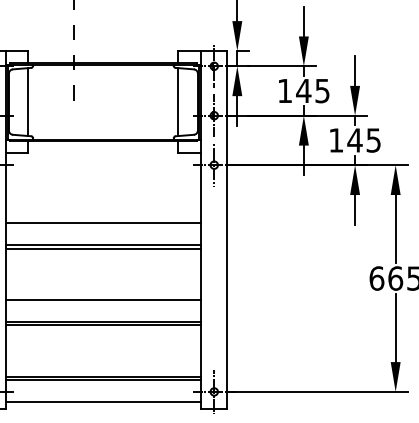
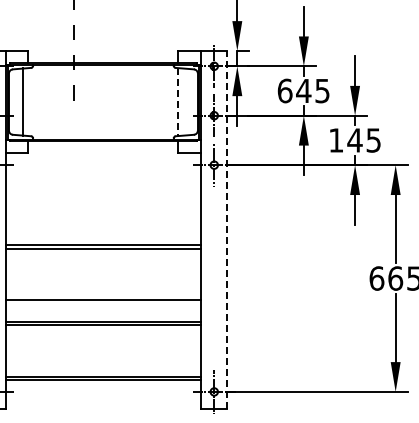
text at (284, 90): 145 -> 645
line at (28, 102) position: (28, 102) -> (23, 102)
line at (178, 102): solid -> dashed
line at (102, 223): present -> none
line at (226, 229): solid -> dashed
line at (102, 402): present -> none
